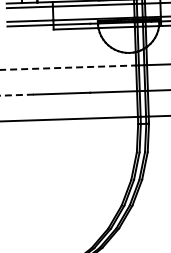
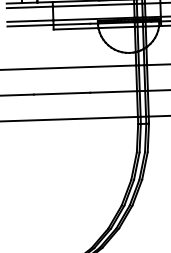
line at (68, 67): dashed -> solid
line at (17, 95): dashed -> solid
